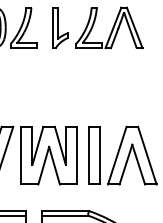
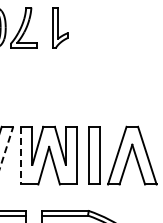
part at (109, 27): present -> none
line at (6, 146): solid -> dashed
line at (20, 155): solid -> dashed
